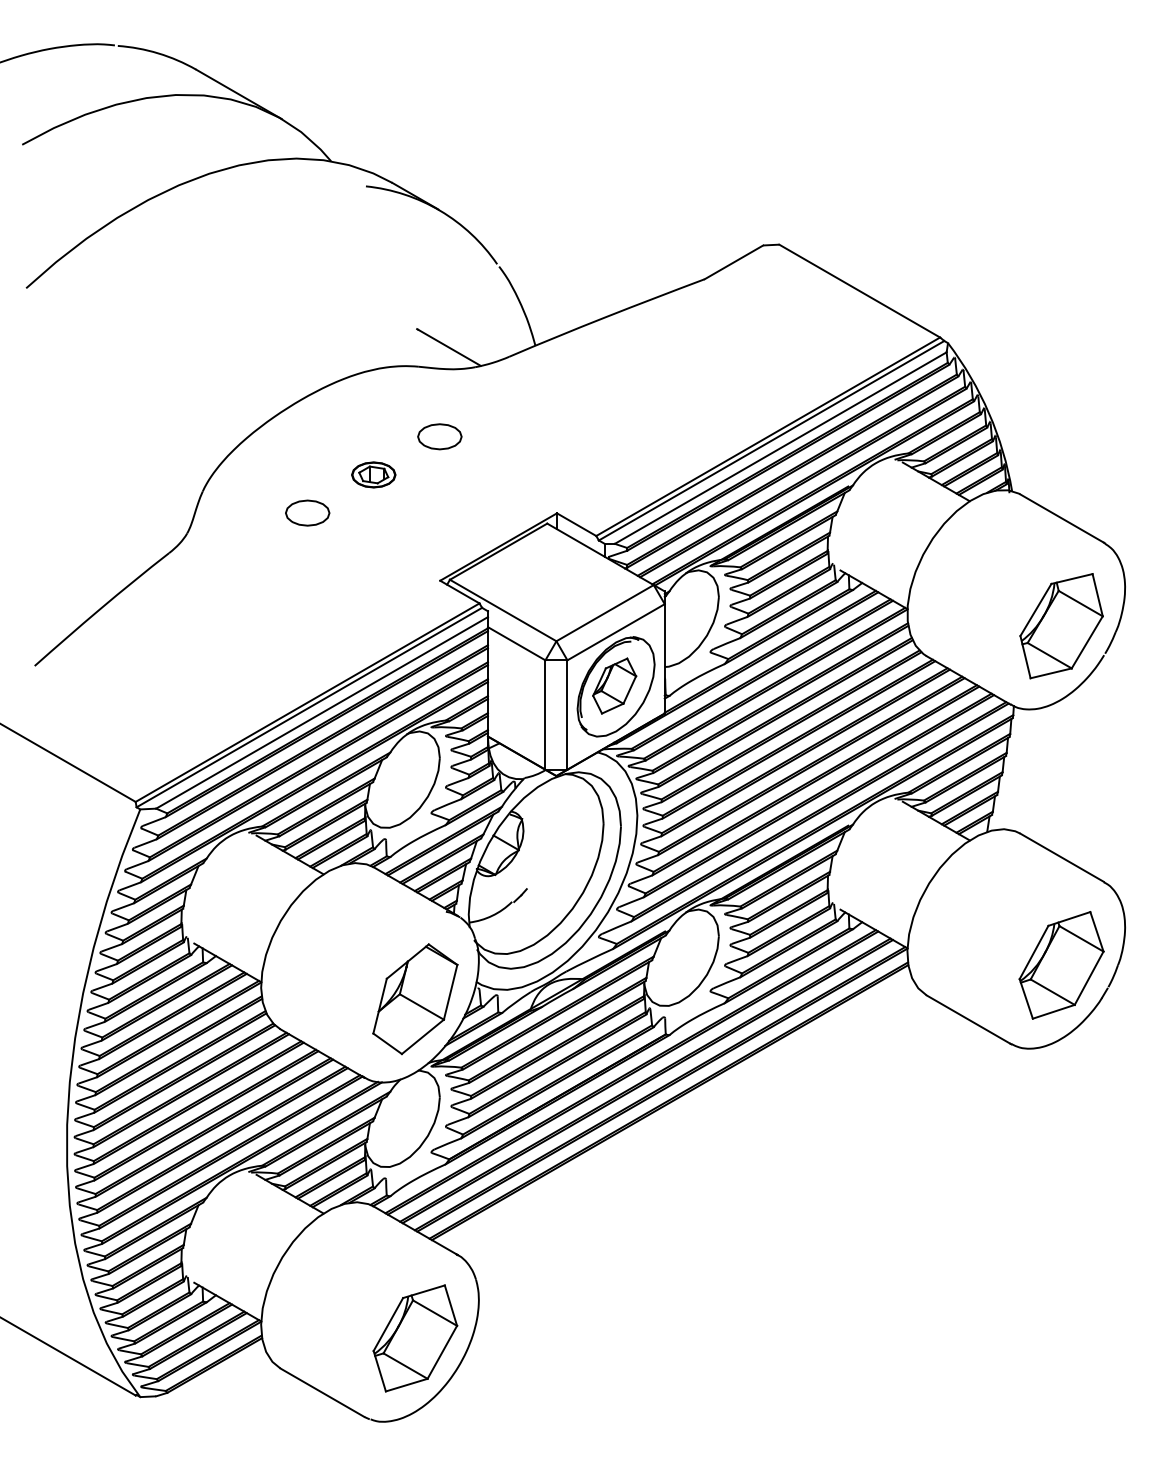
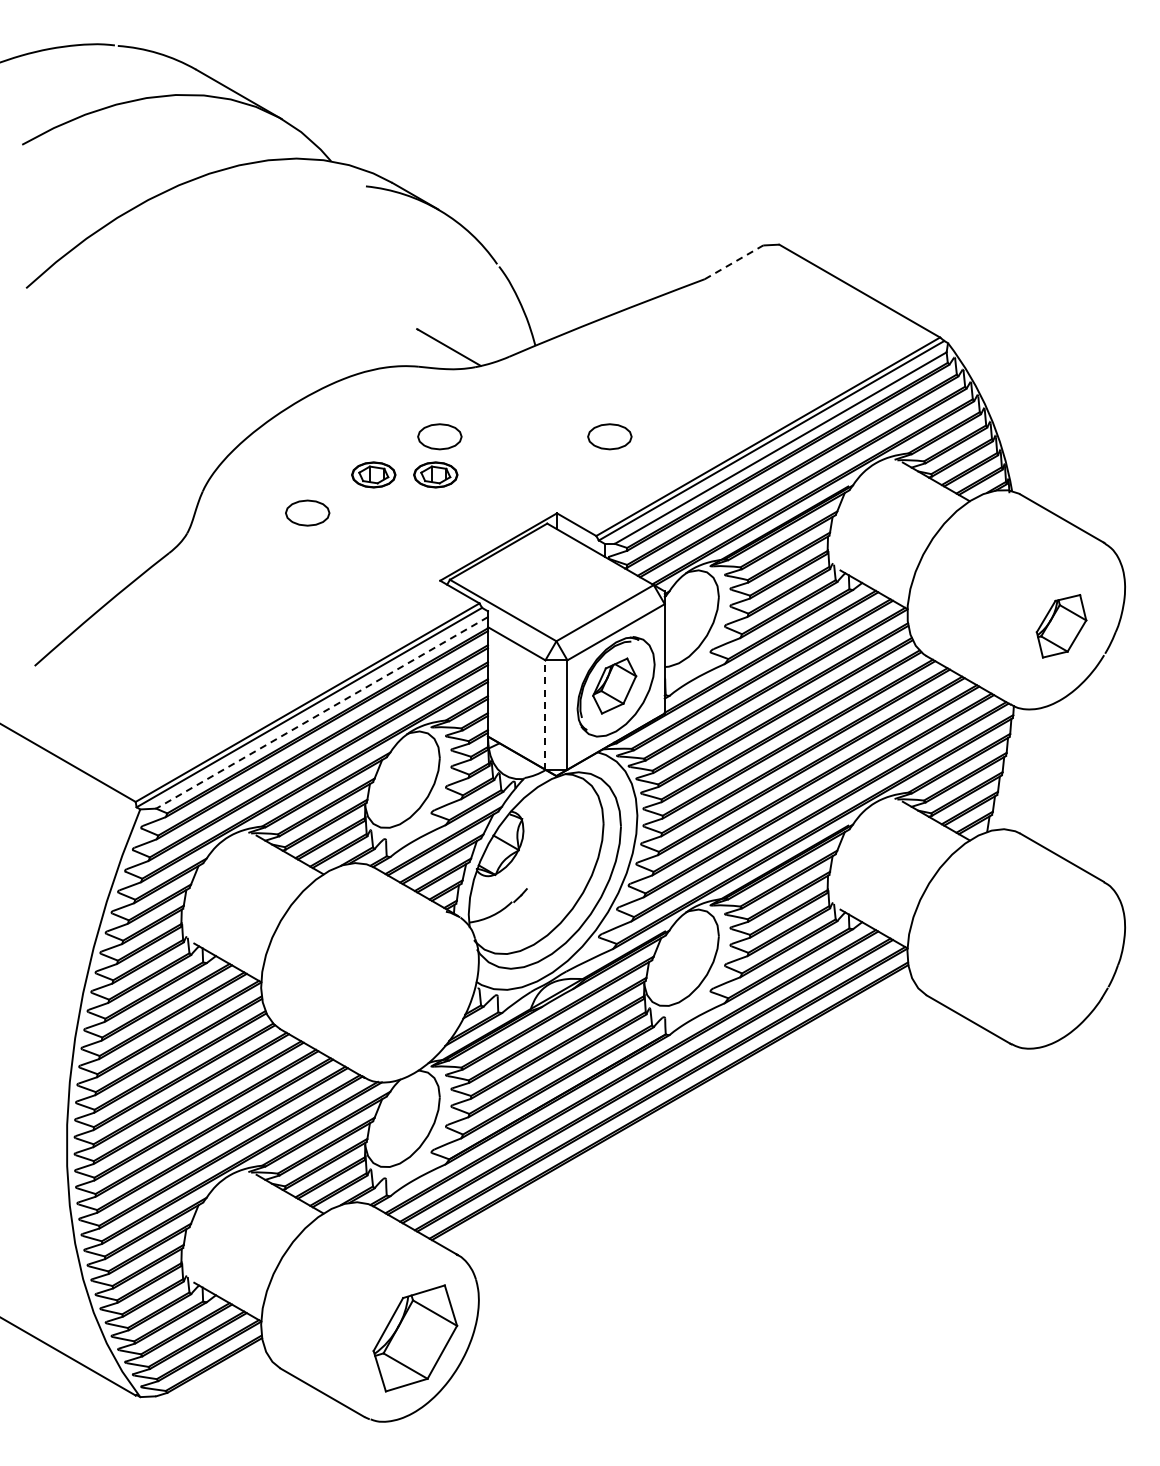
line at (733, 262): solid -> dashed
part at (609, 436): none -> present
part at (435, 474): none -> present
part at (1061, 626) size: 85x107 px -> 53x65 px
line at (322, 712): solid -> dashed
line at (545, 715): solid -> dashed
part at (1061, 965): present -> none
part at (415, 999): present -> none
